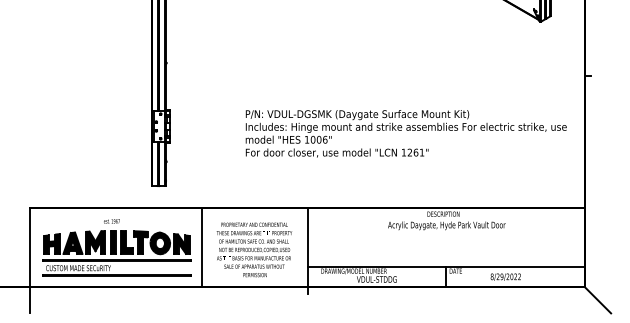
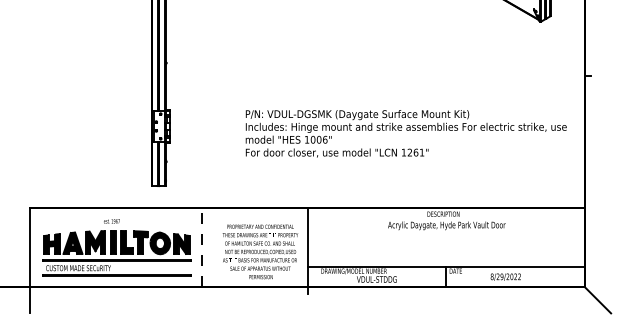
line at (201, 247): solid -> dashed
text at (254, 249) position: (254, 249) -> (260, 251)
